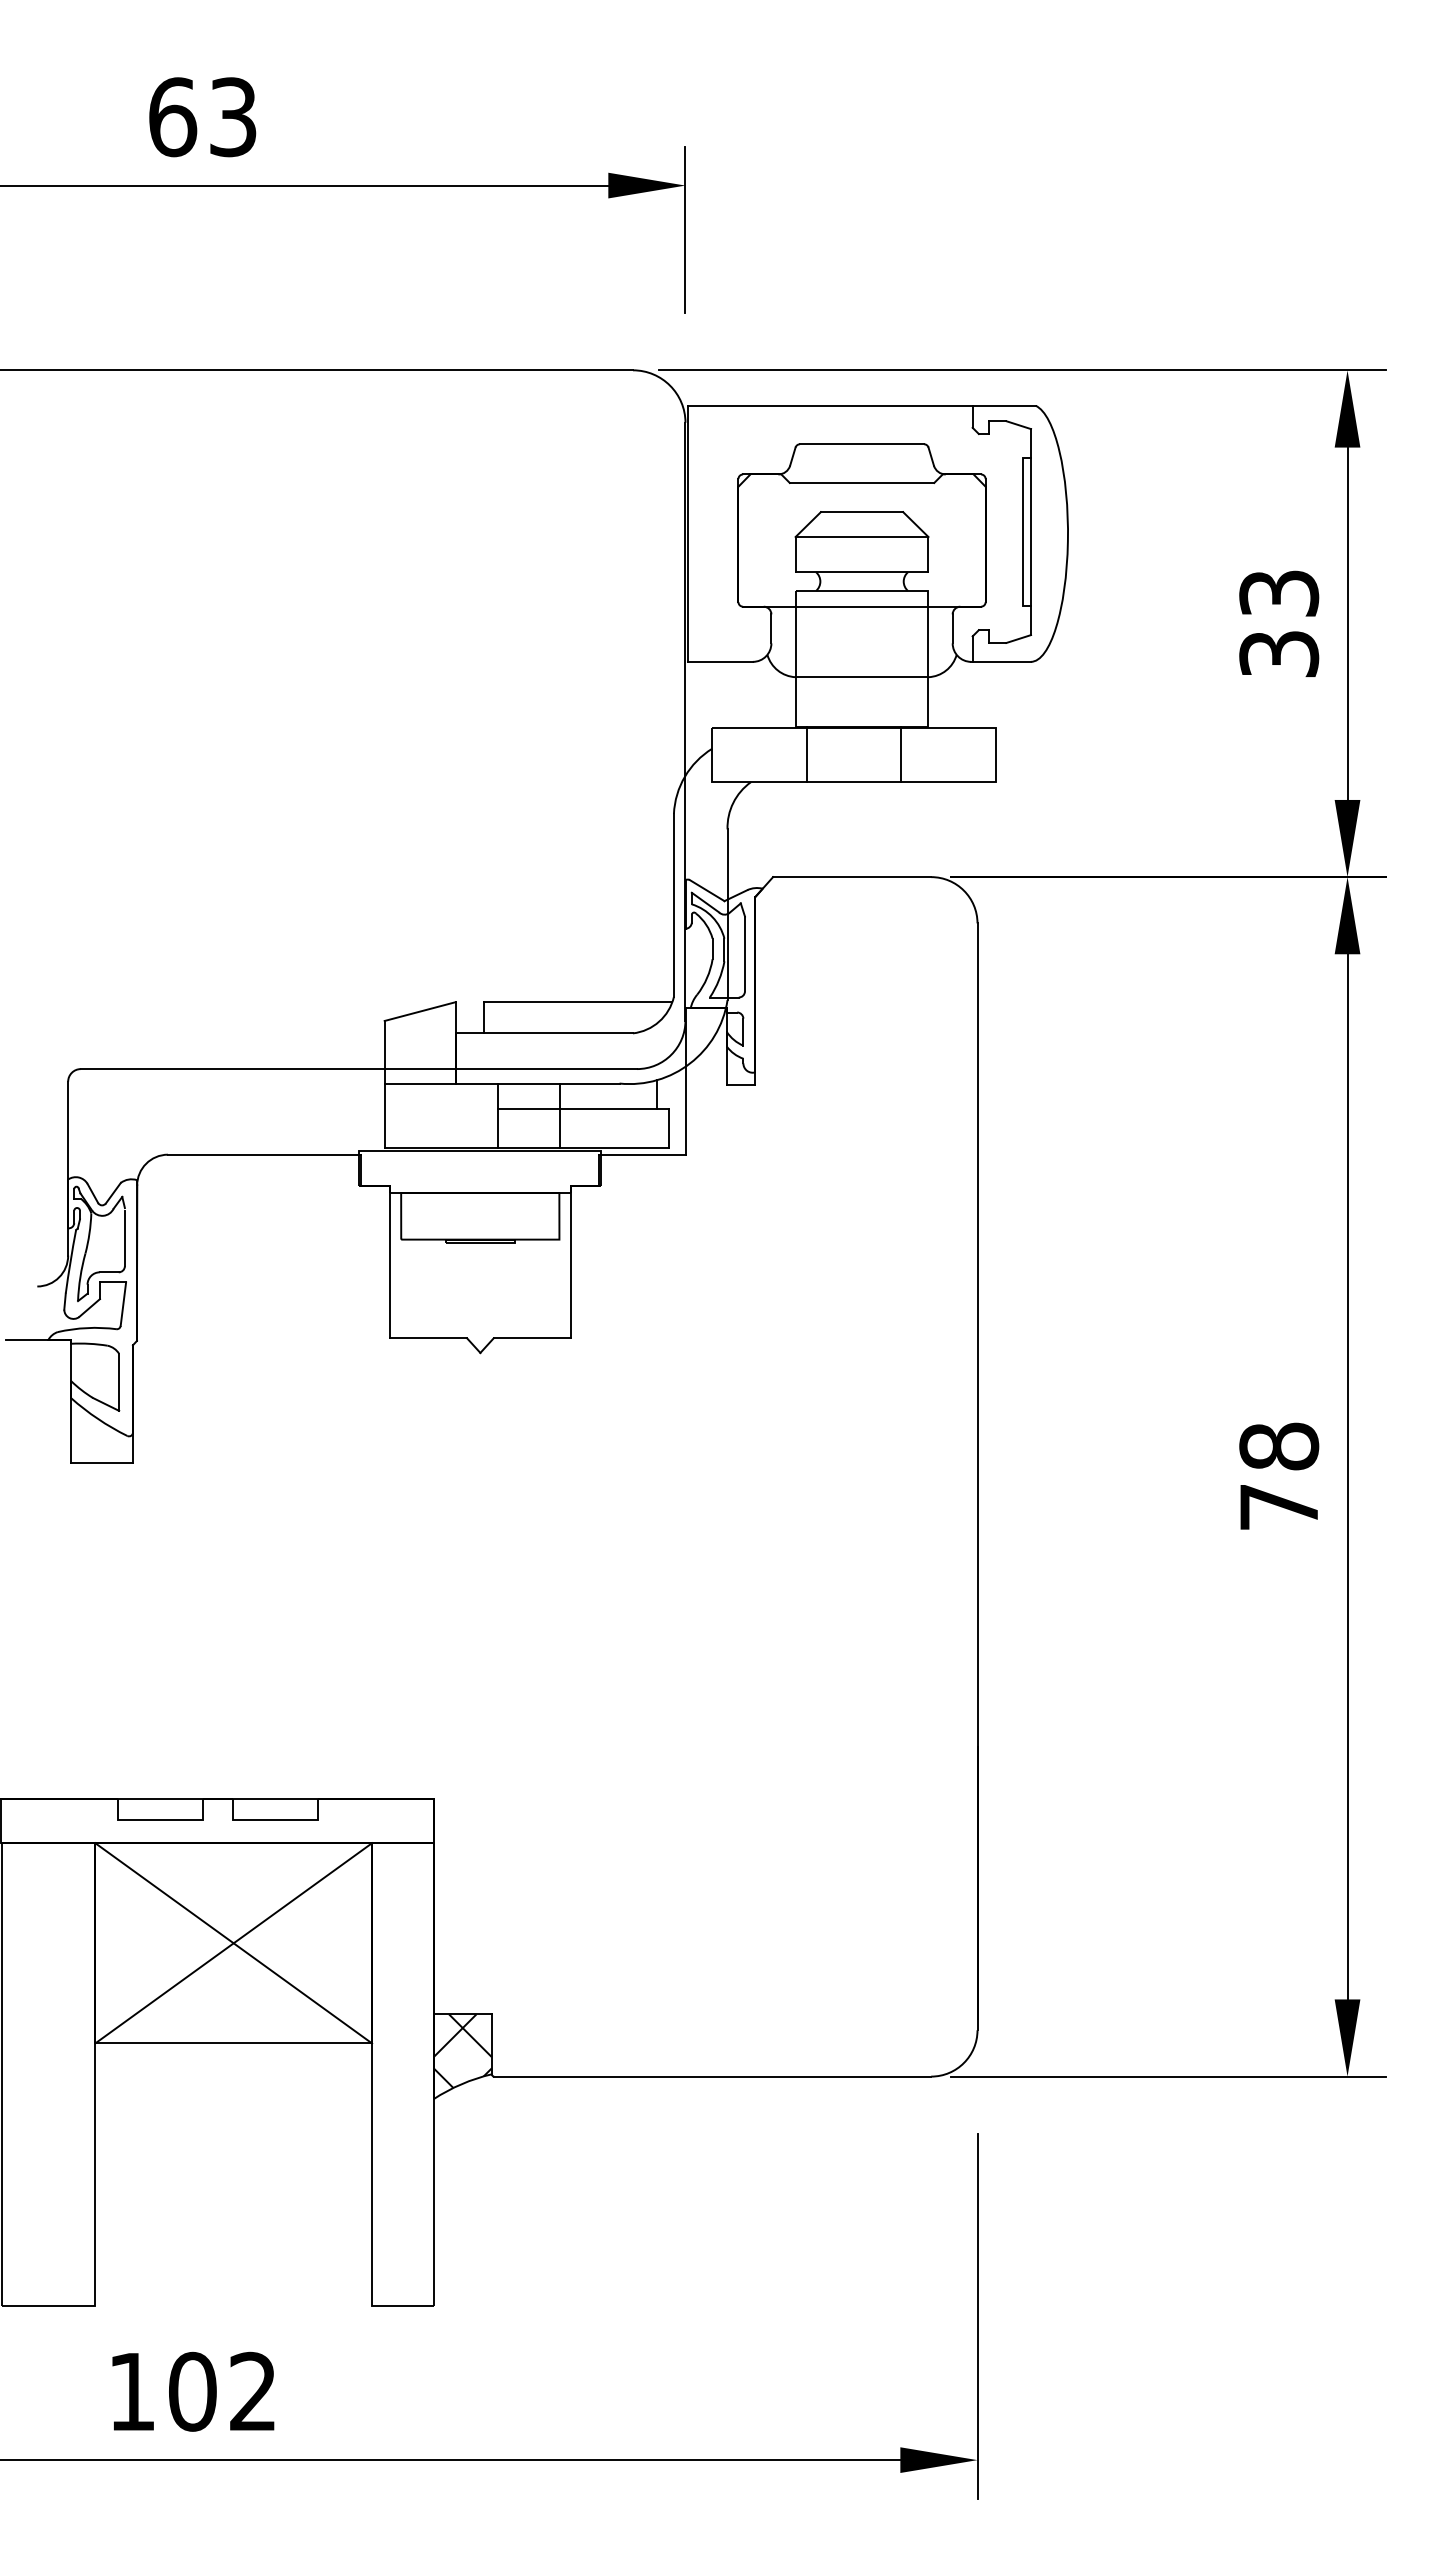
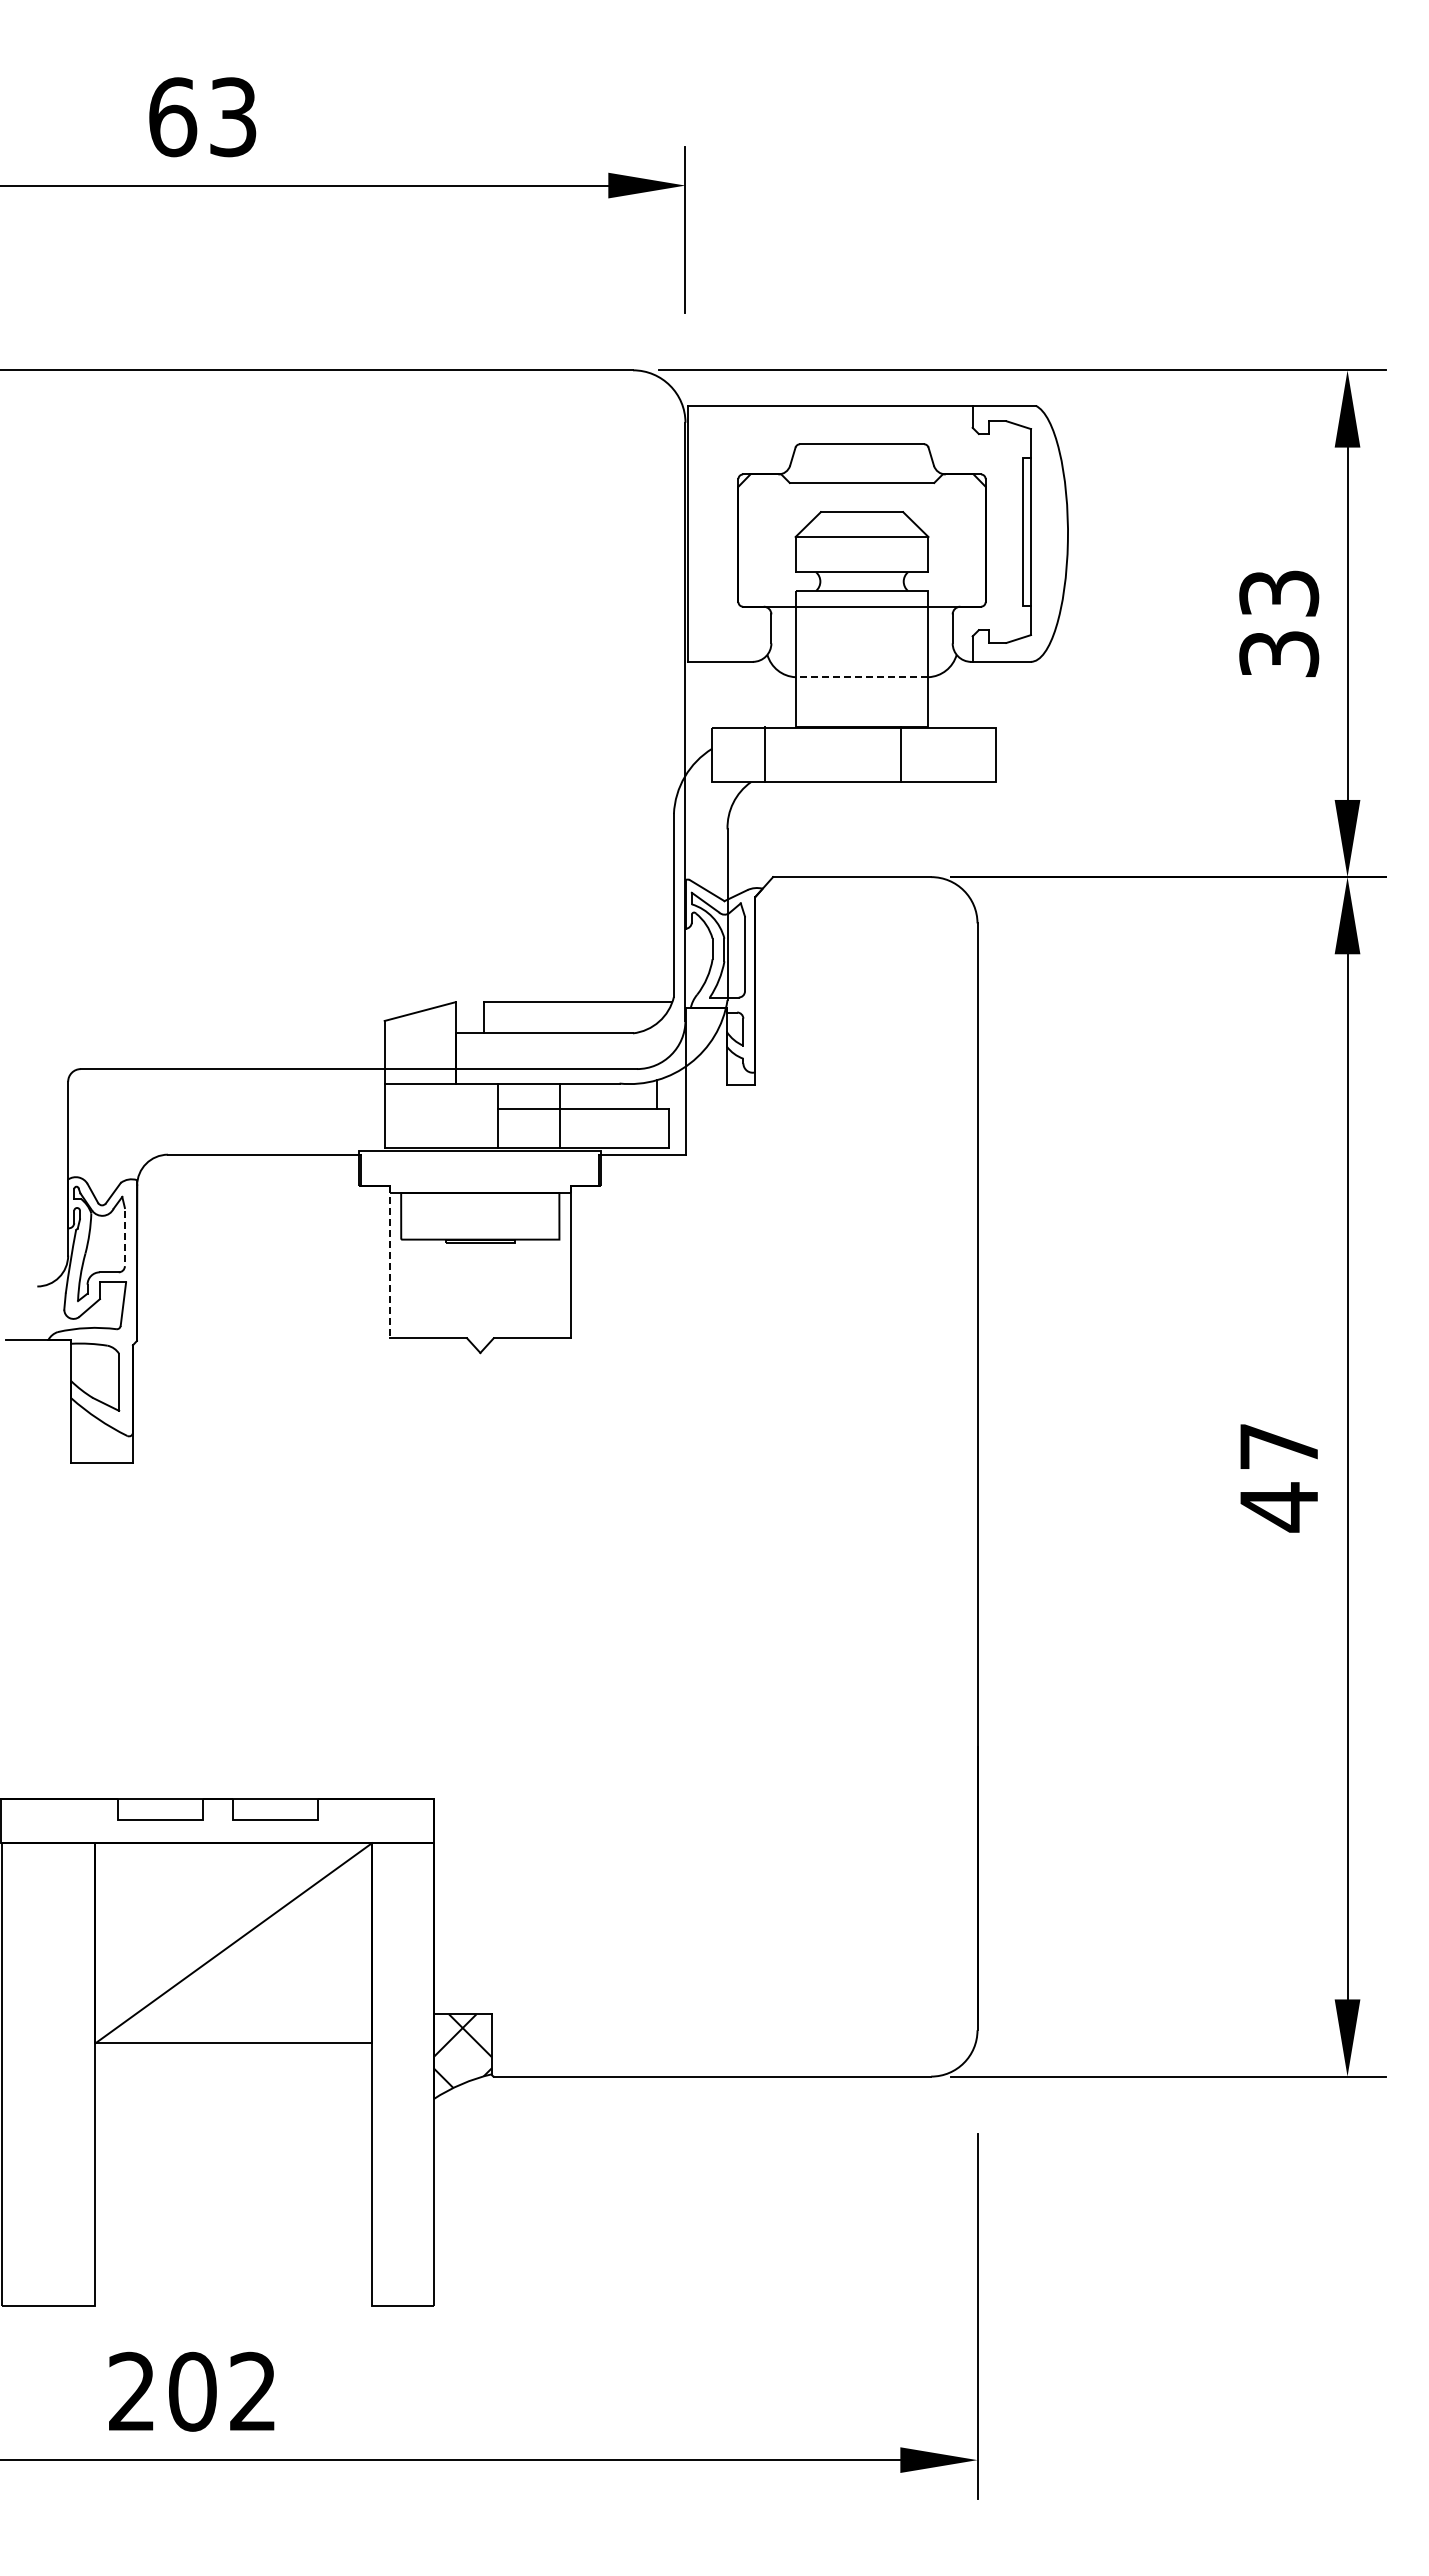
line at (861, 677): solid -> dashed
line at (807, 754) position: (807, 754) -> (765, 754)
line at (124, 1239): solid -> dashed
line at (389, 1262): solid -> dashed
text at (1279, 1477): 78 -> 47
line at (233, 1943): present -> none
text at (131, 2390): 102 -> 202
